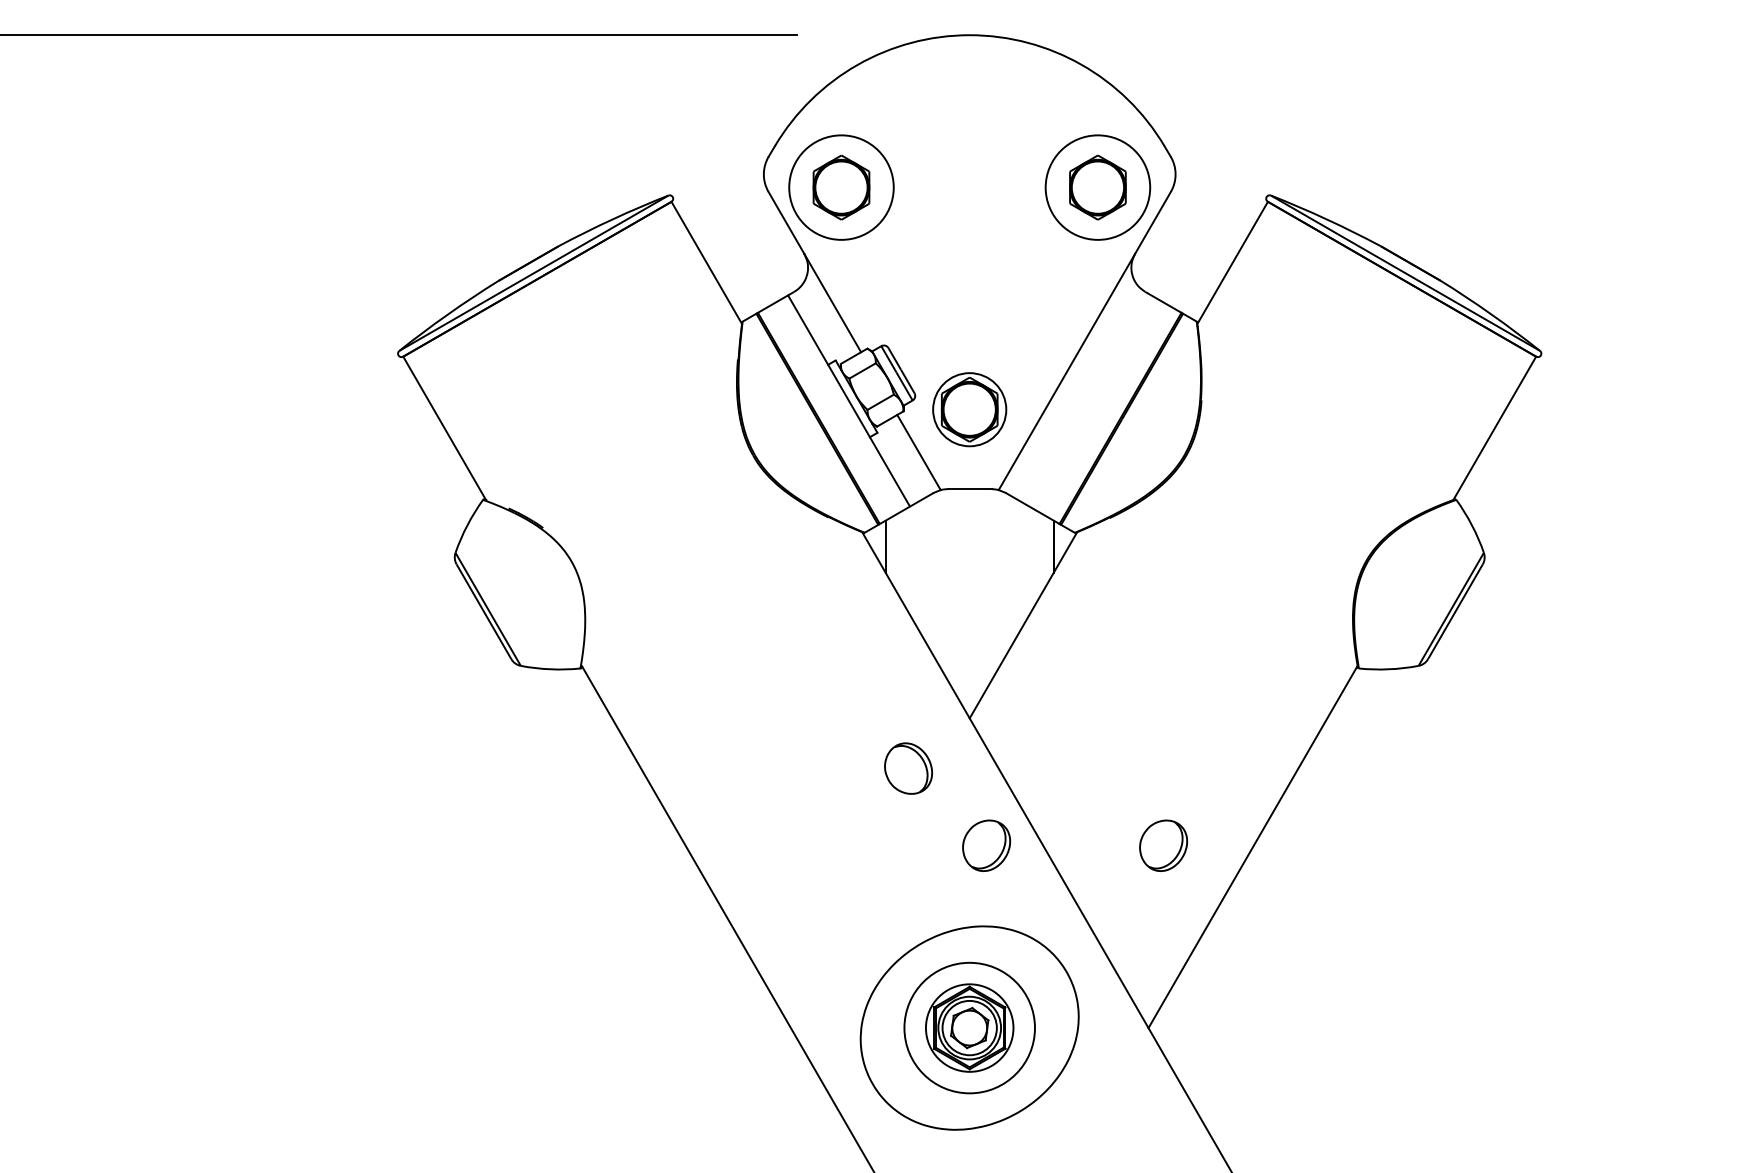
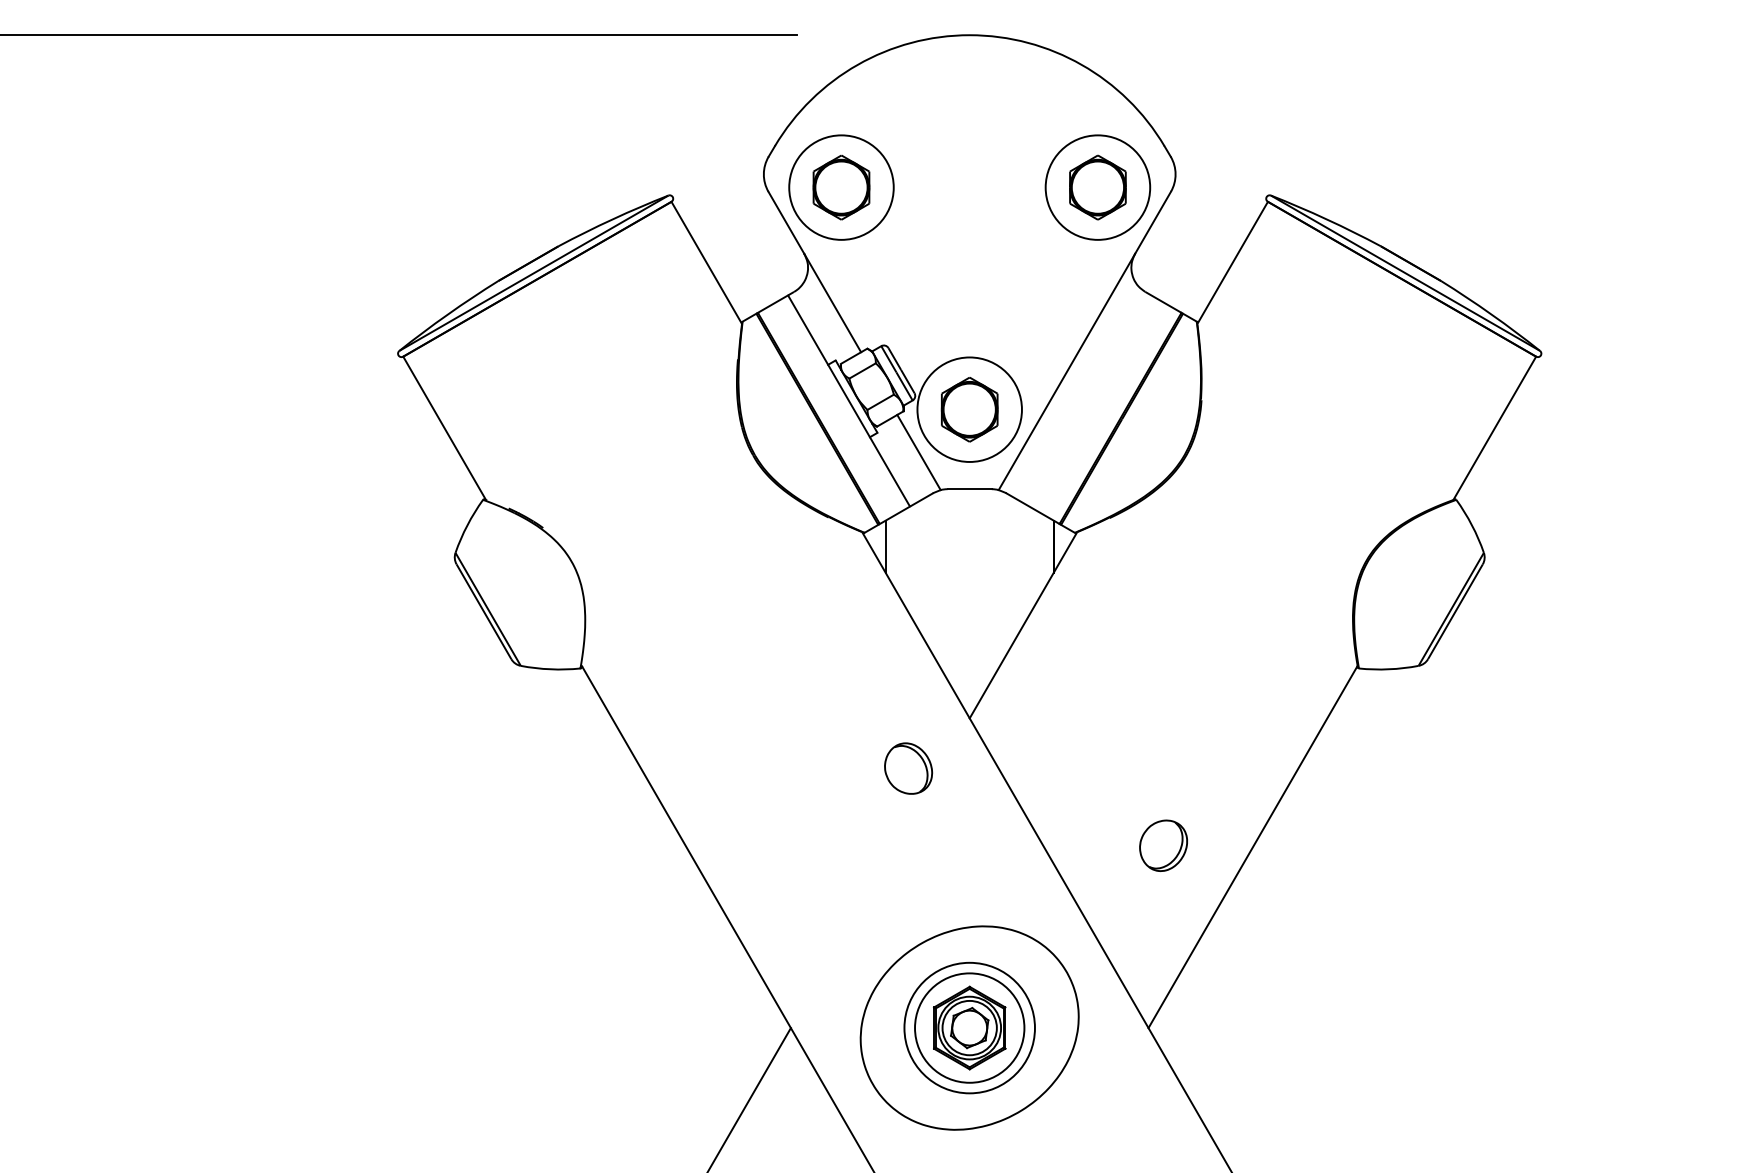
circle at (969, 409) diameter: 73 px -> 105 px
part at (986, 845): present -> none
circle at (969, 1027) diameter: 88 px -> 109 px
line at (749, 1098): none -> present
